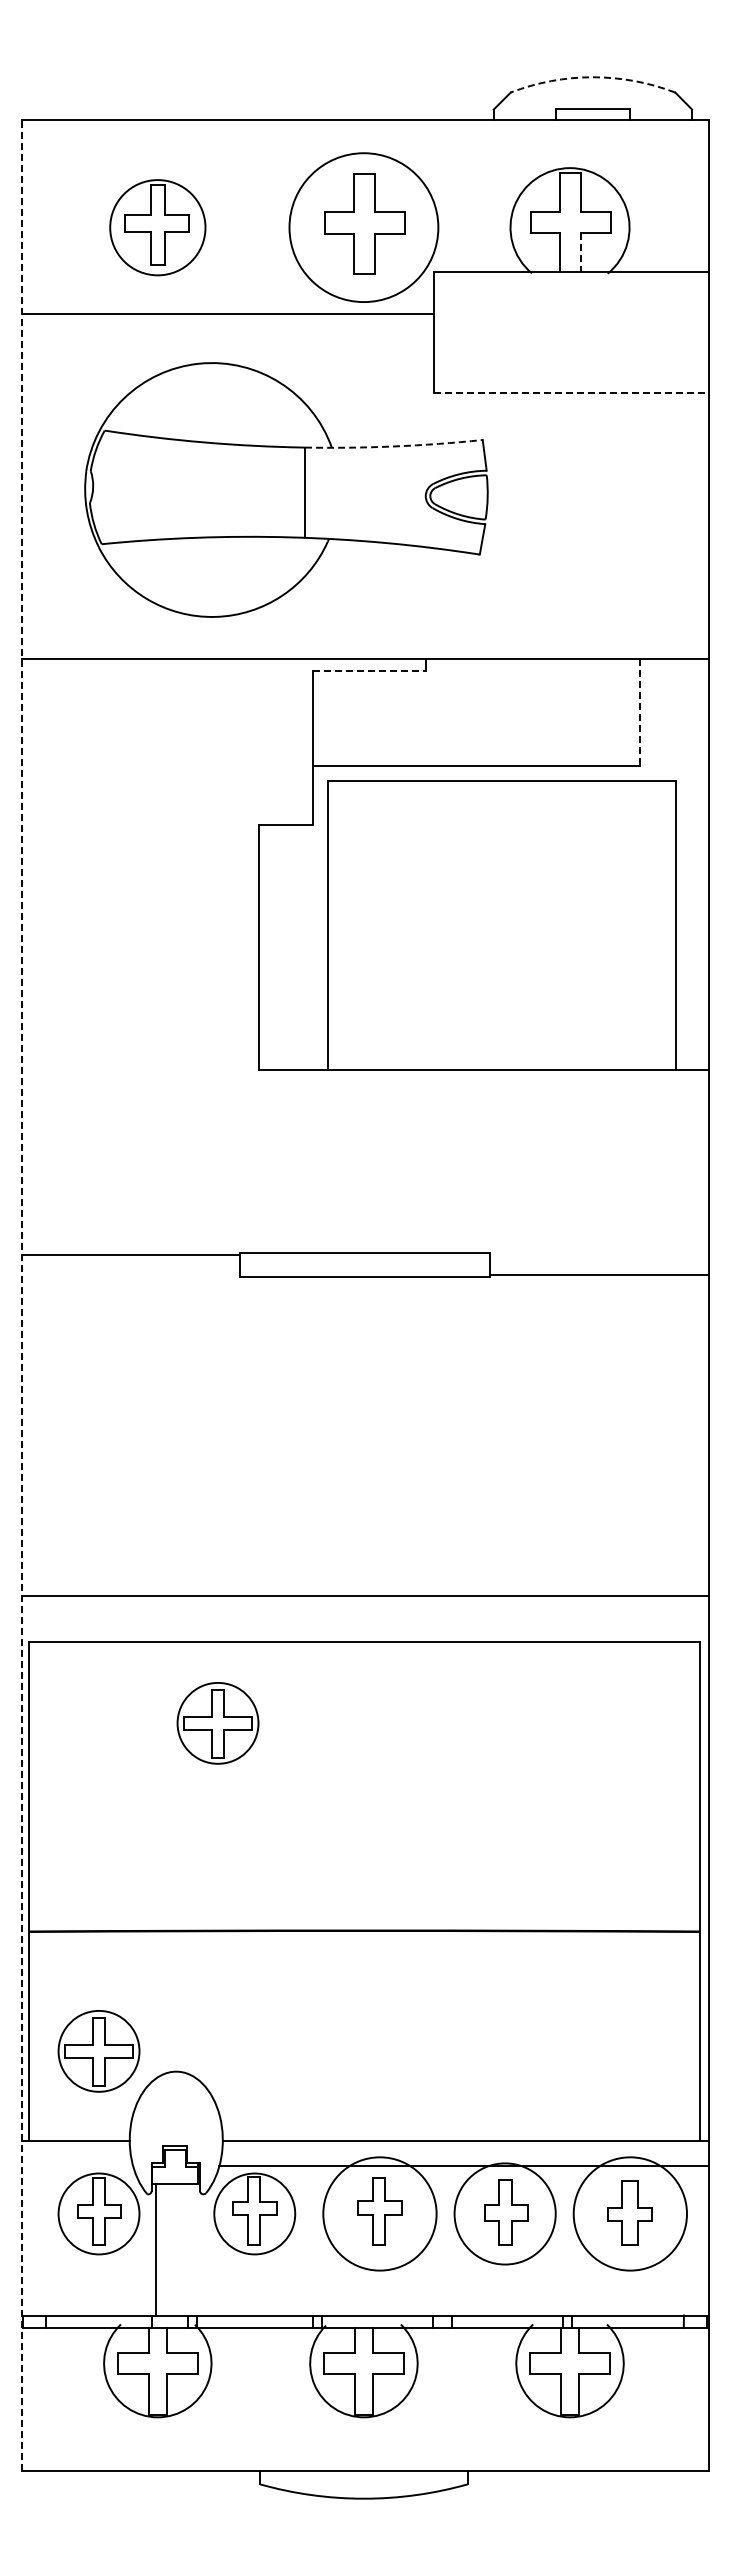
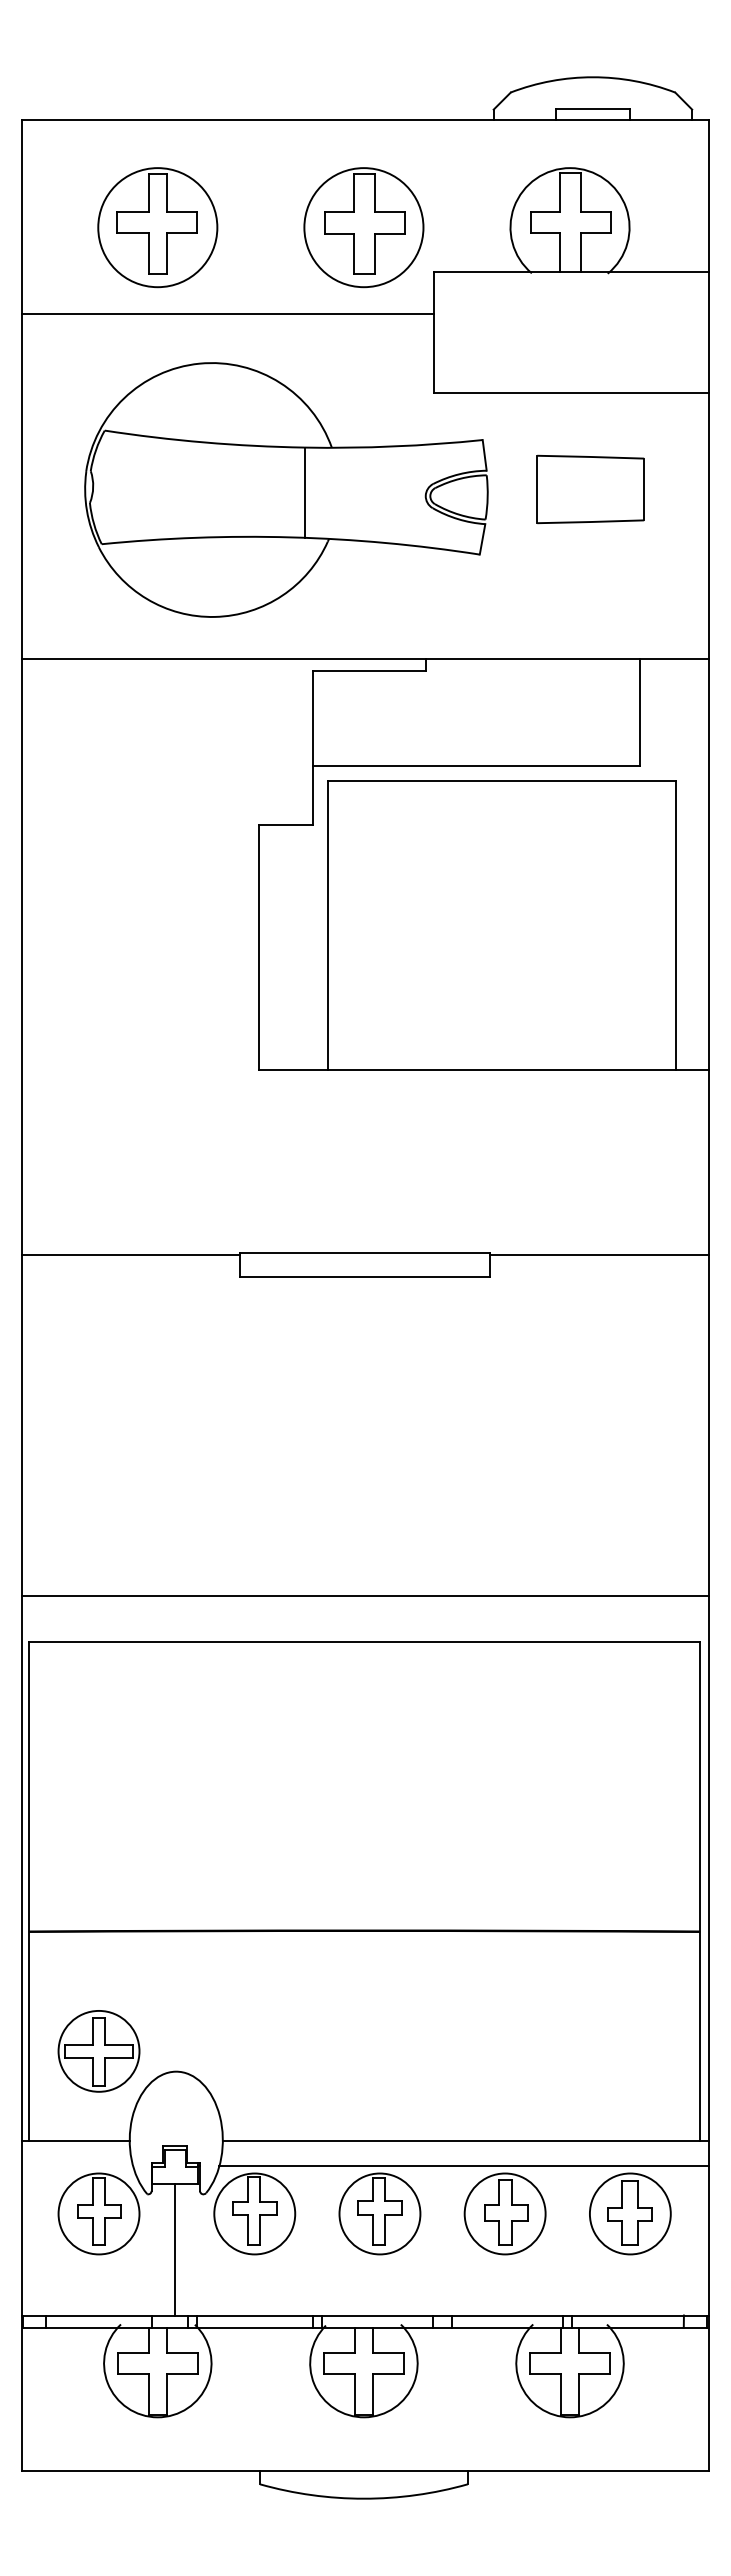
arc at (592, 77): dashed -> solid
part at (157, 227) size: 98x98 px -> 122x122 px
circle at (363, 227) diameter: 149 px -> 119 px
line at (581, 253): dashed -> solid
line at (572, 393): dashed -> solid
arc at (394, 446): dashed -> solid
part at (590, 489): none -> present
line at (369, 671): dashed -> solid
line at (639, 712): dashed -> solid
line at (598, 1275) position: (598, 1275) -> (598, 1255)
line at (21, 1295): dashed -> solid
part at (217, 1723): present -> none
circle at (379, 2213) diameter: 113 px -> 81 px
circle at (504, 2213) diameter: 101 px -> 81 px
circle at (629, 2213) diameter: 113 px -> 81 px
line at (156, 2249) position: (156, 2249) -> (175, 2249)
